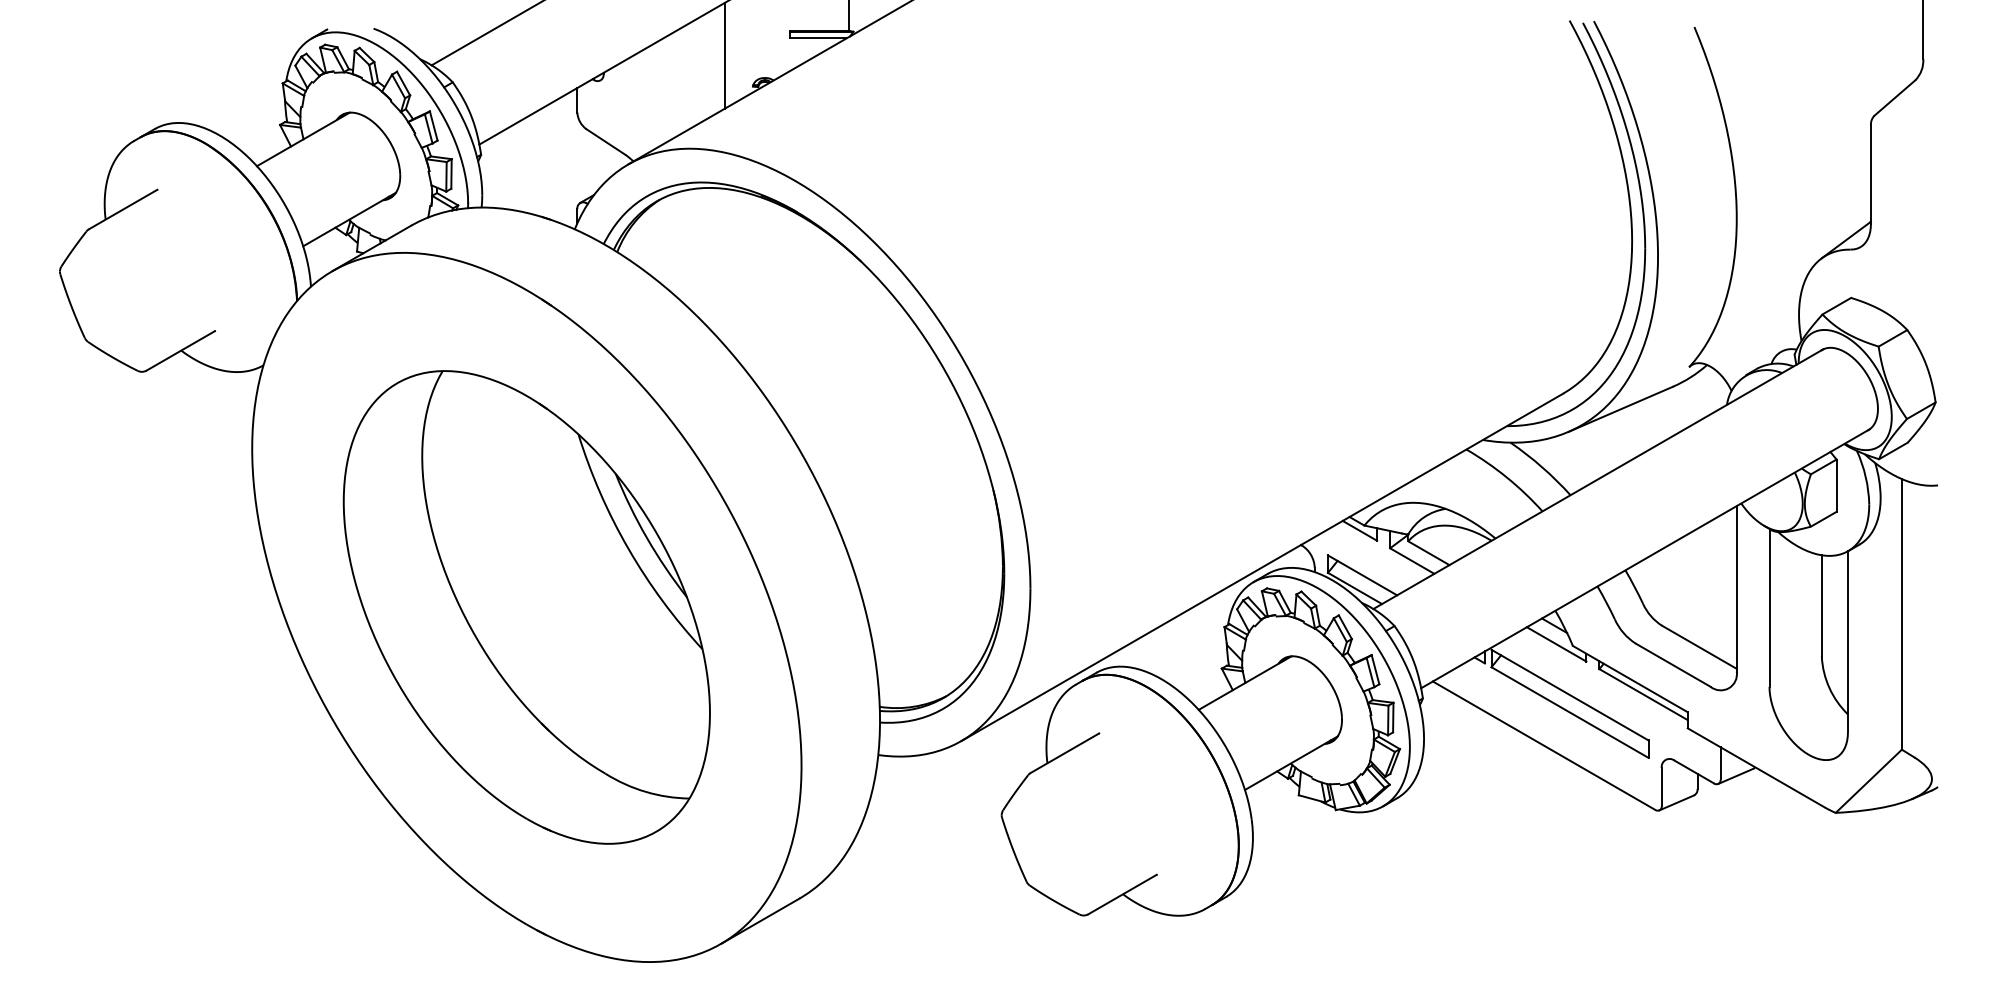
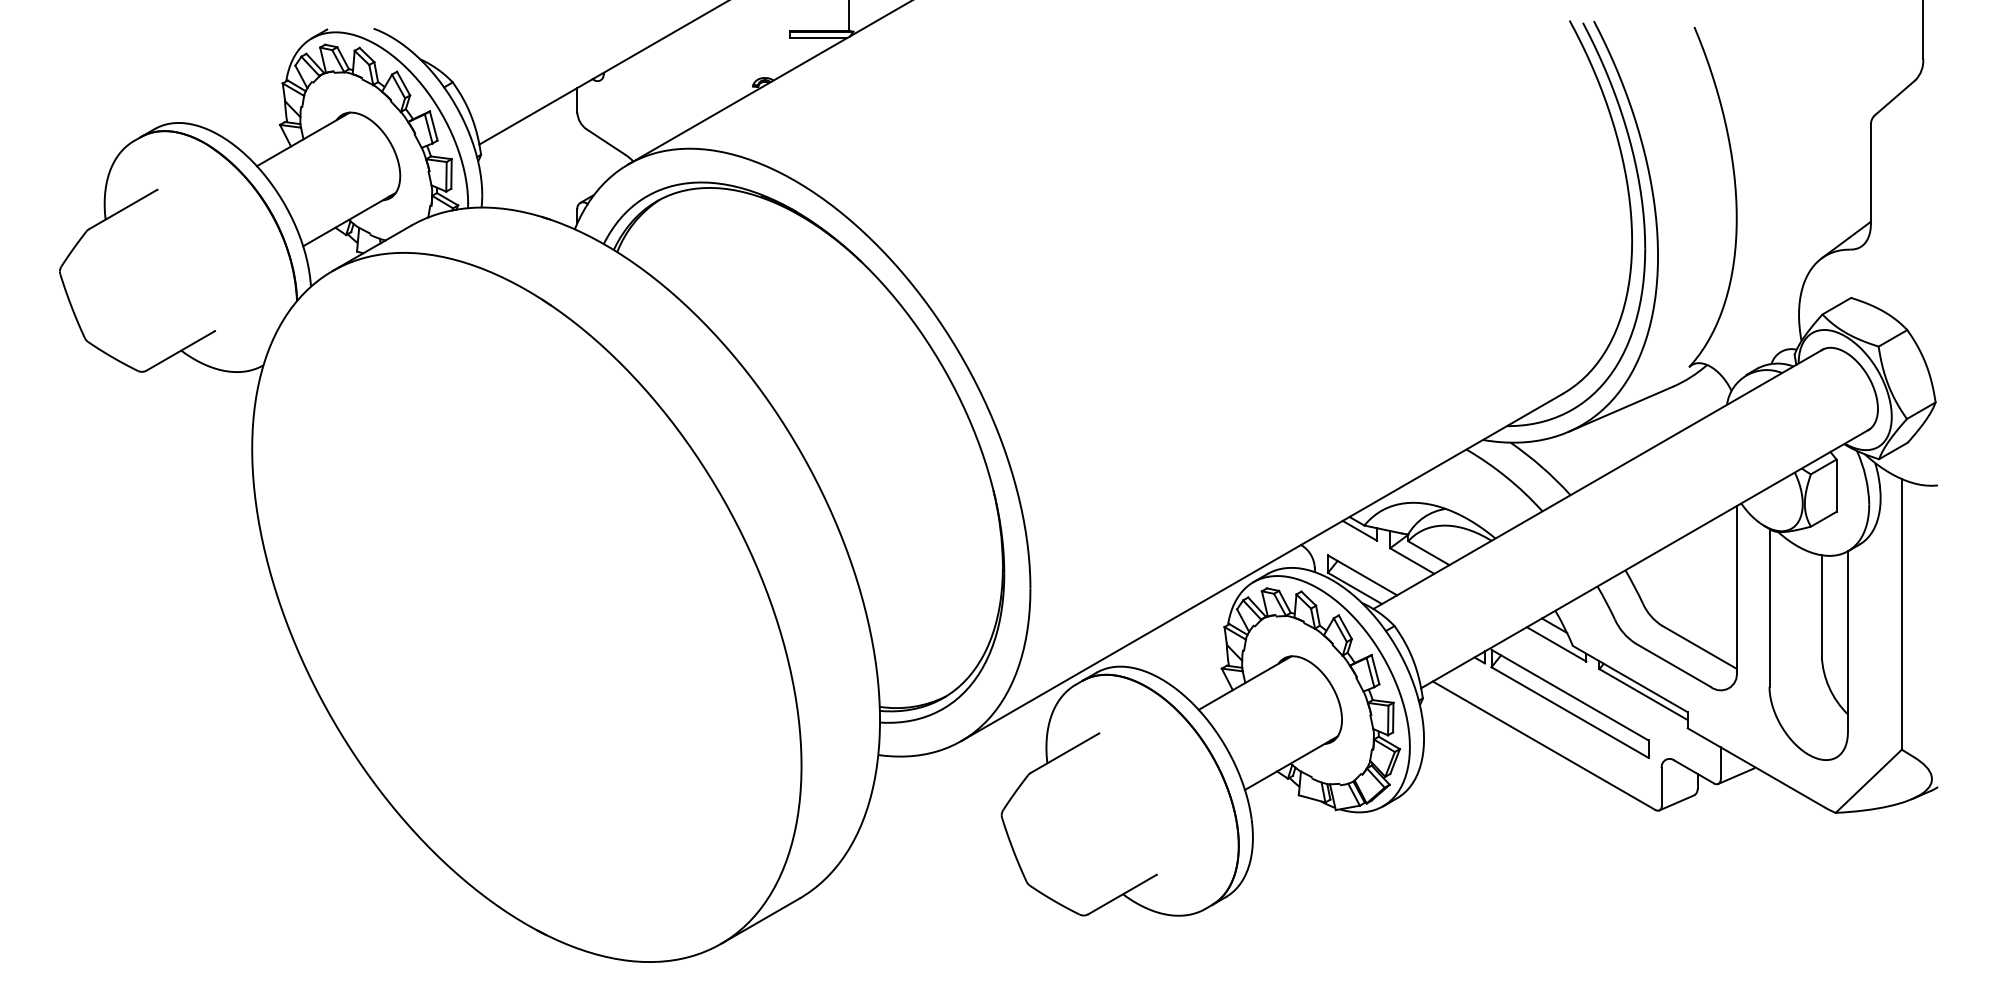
line at (485, 33): present -> none
line at (724, 55): present -> none
part at (526, 607): present -> none
